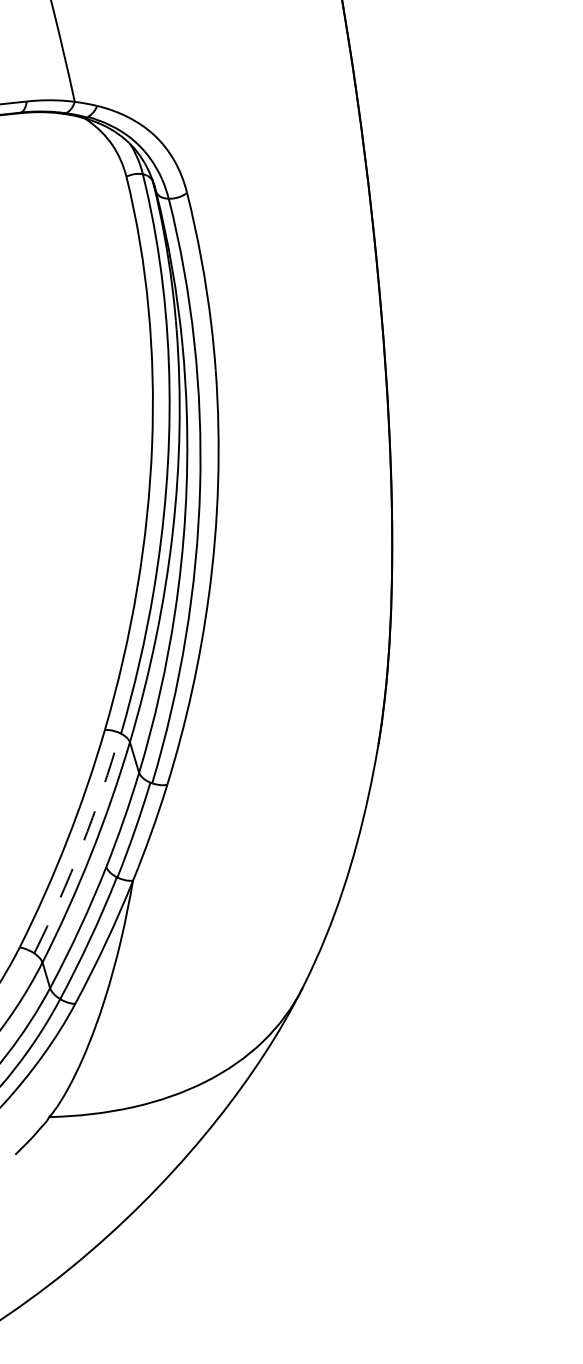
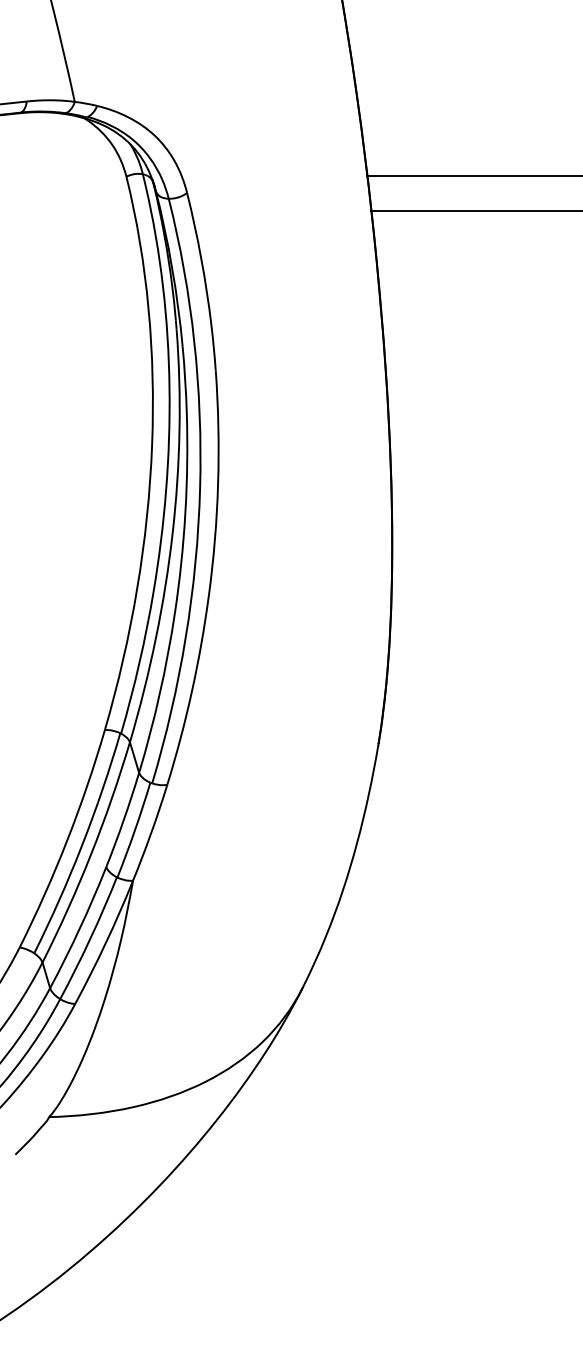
line at (473, 176): none -> present
line at (475, 210): none -> present
arc at (82, 845): dashed -> solid
